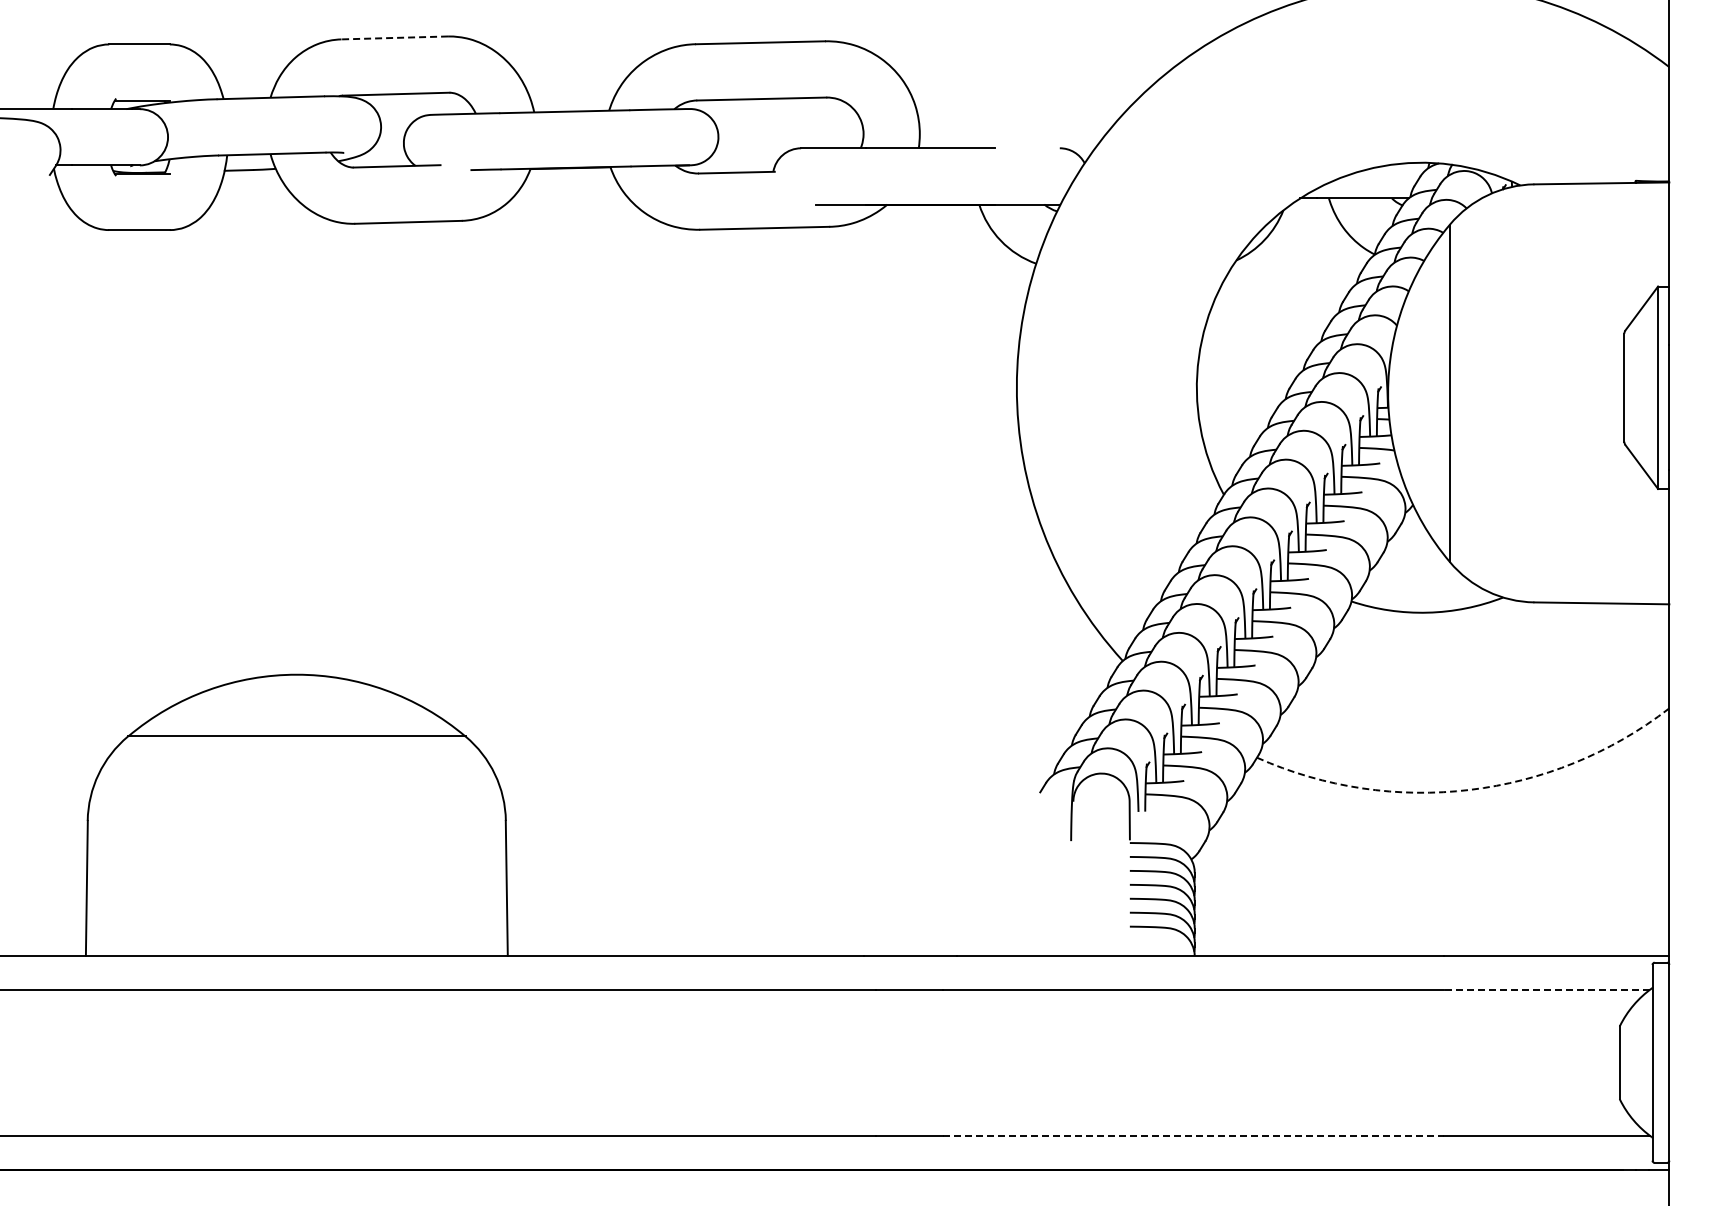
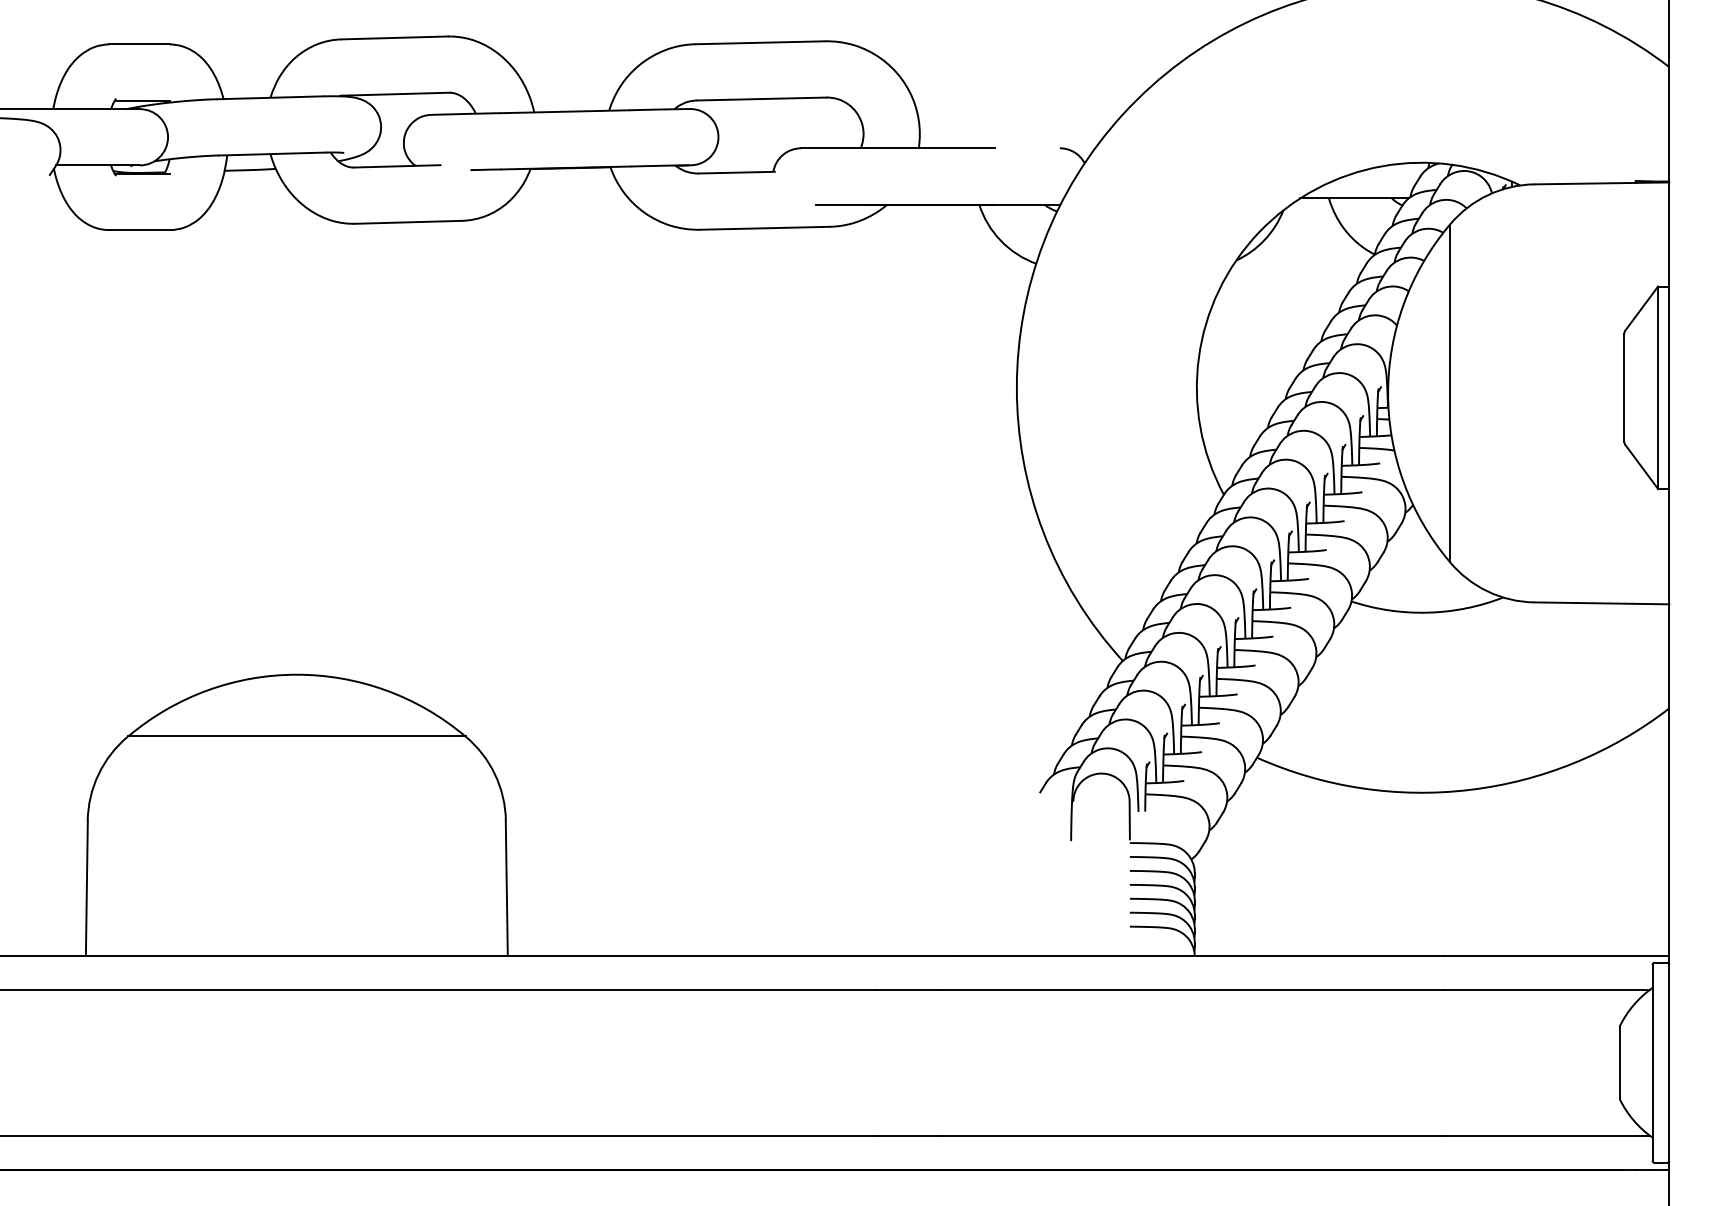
line at (394, 37): dashed -> solid
arc at (1469, 789): dashed -> solid
line at (1547, 989): dashed -> solid
line at (1193, 1135): dashed -> solid
